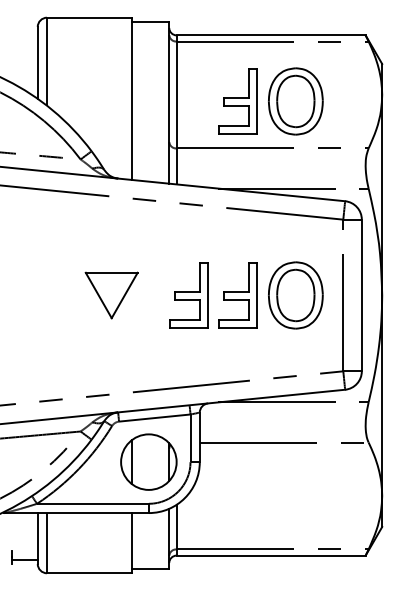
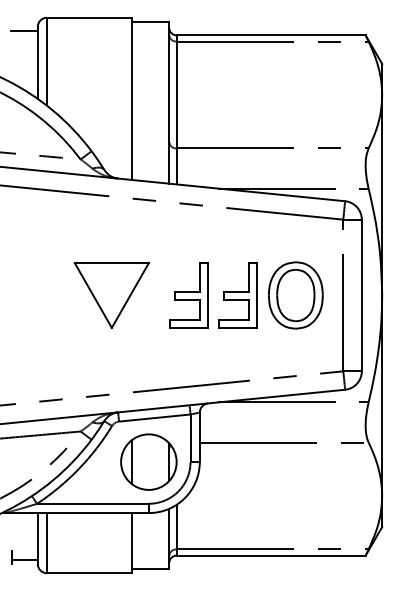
line at (23, 30): none -> present
part at (237, 101): present -> none
part at (295, 101): present -> none
part at (111, 295) size: 55x49 px -> 77x67 px
